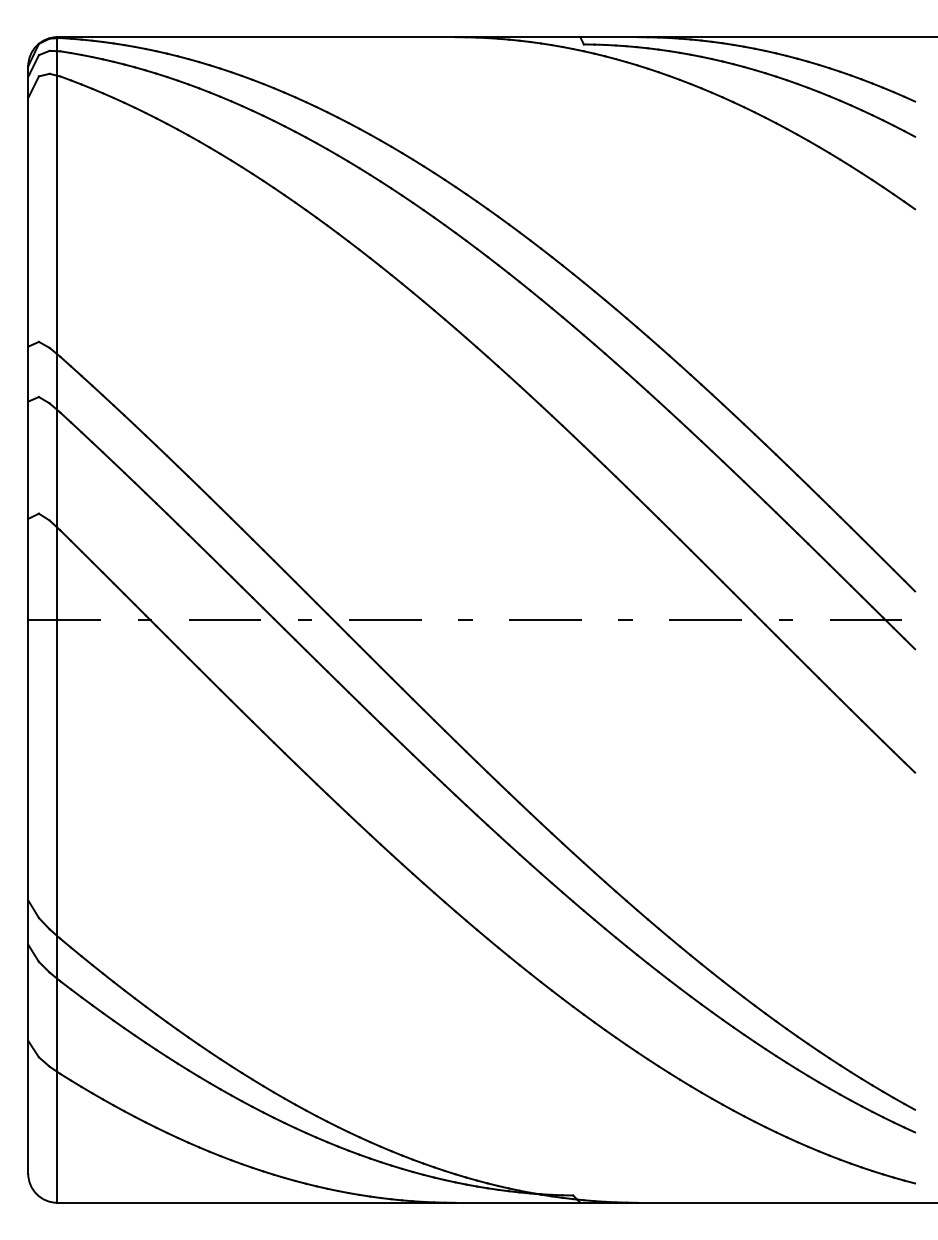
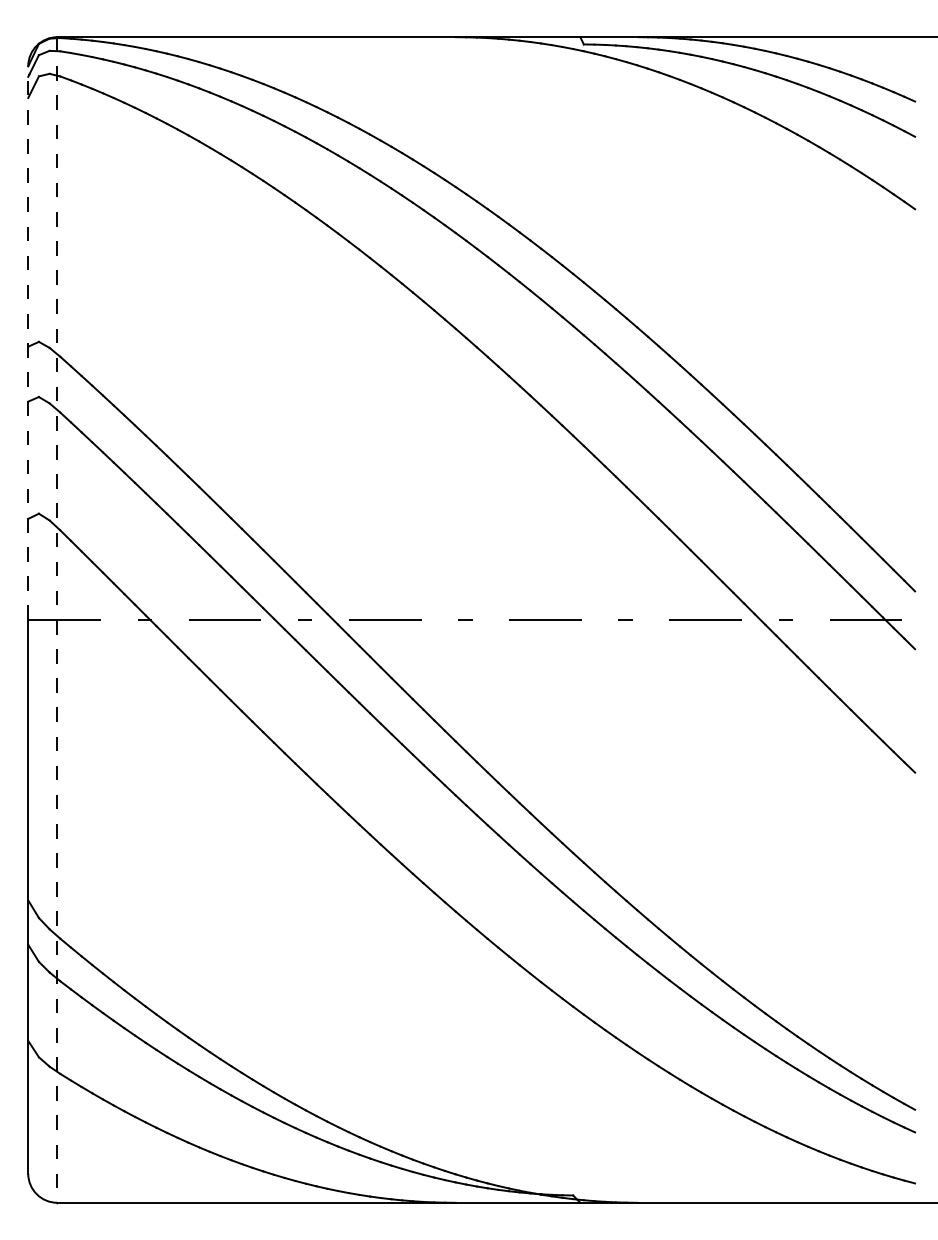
line at (28, 343): solid -> dashed
line at (57, 620): solid -> dashed
